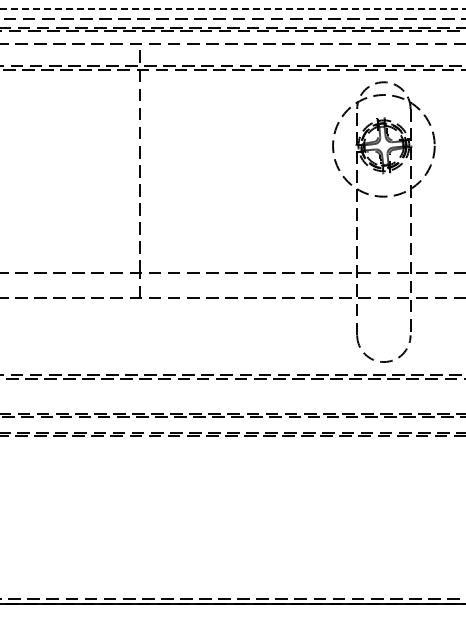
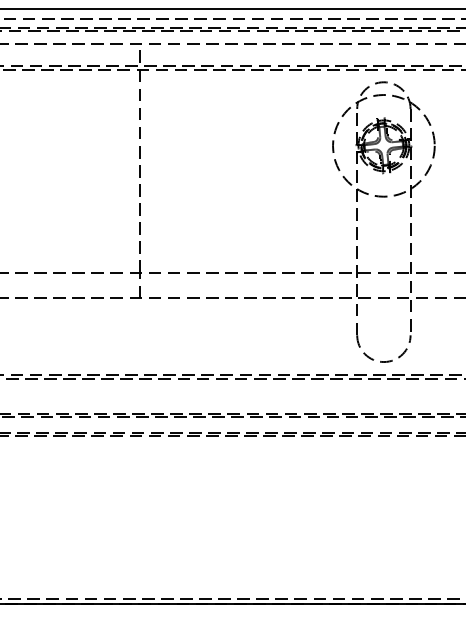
line at (233, 9): dashed -> solid
